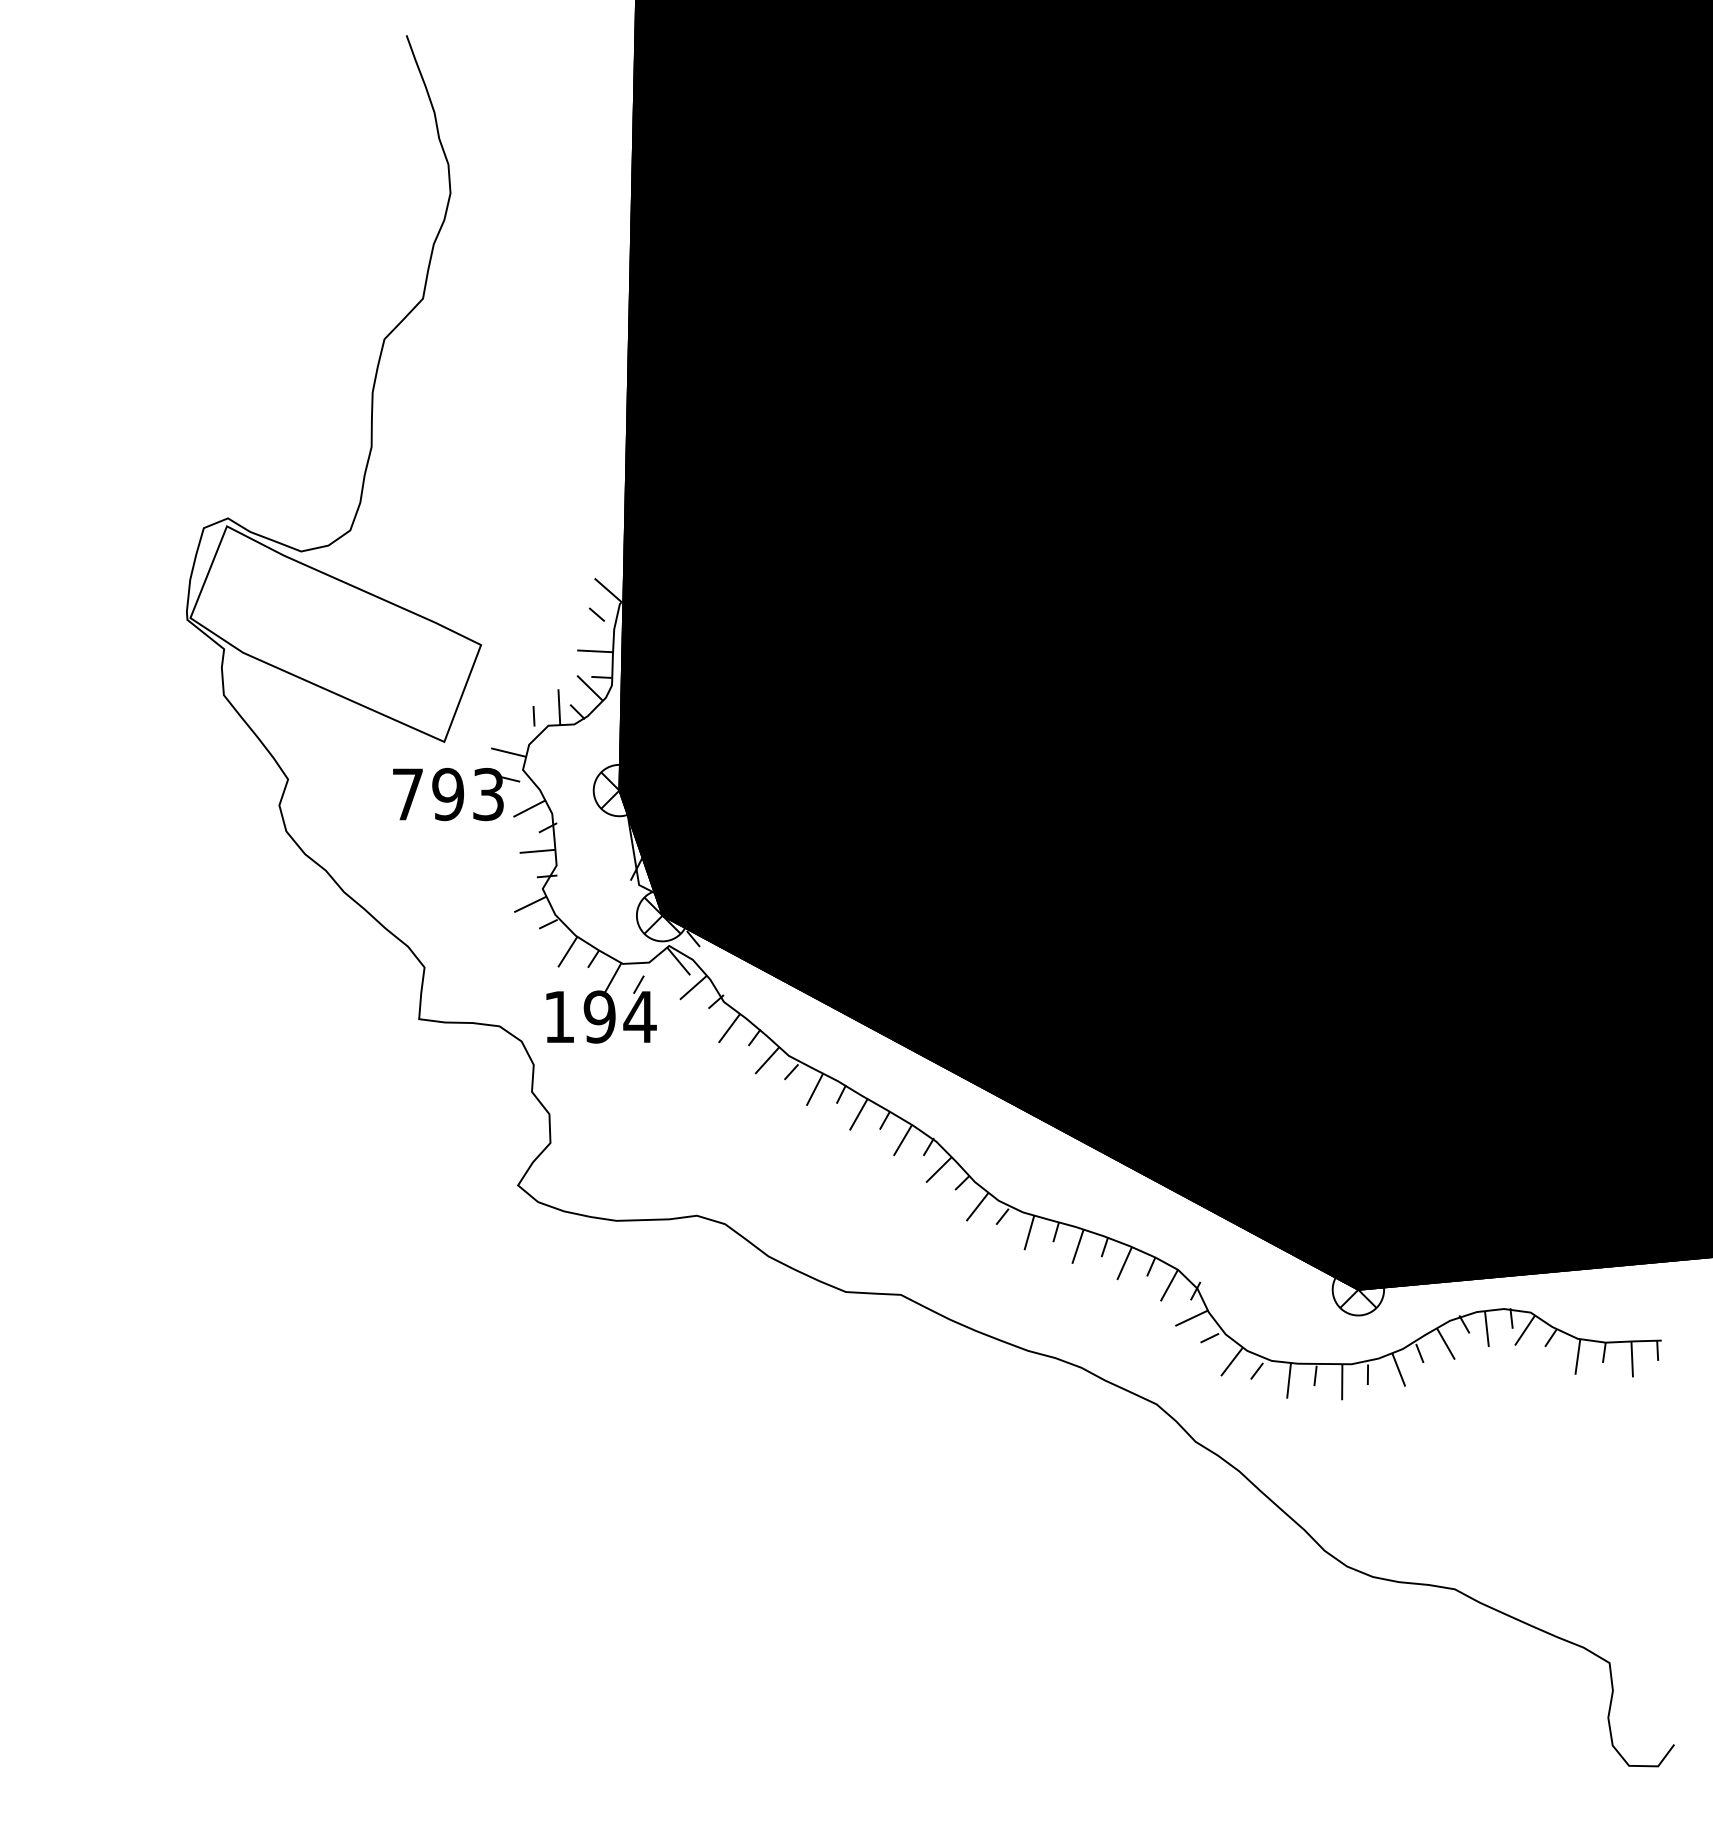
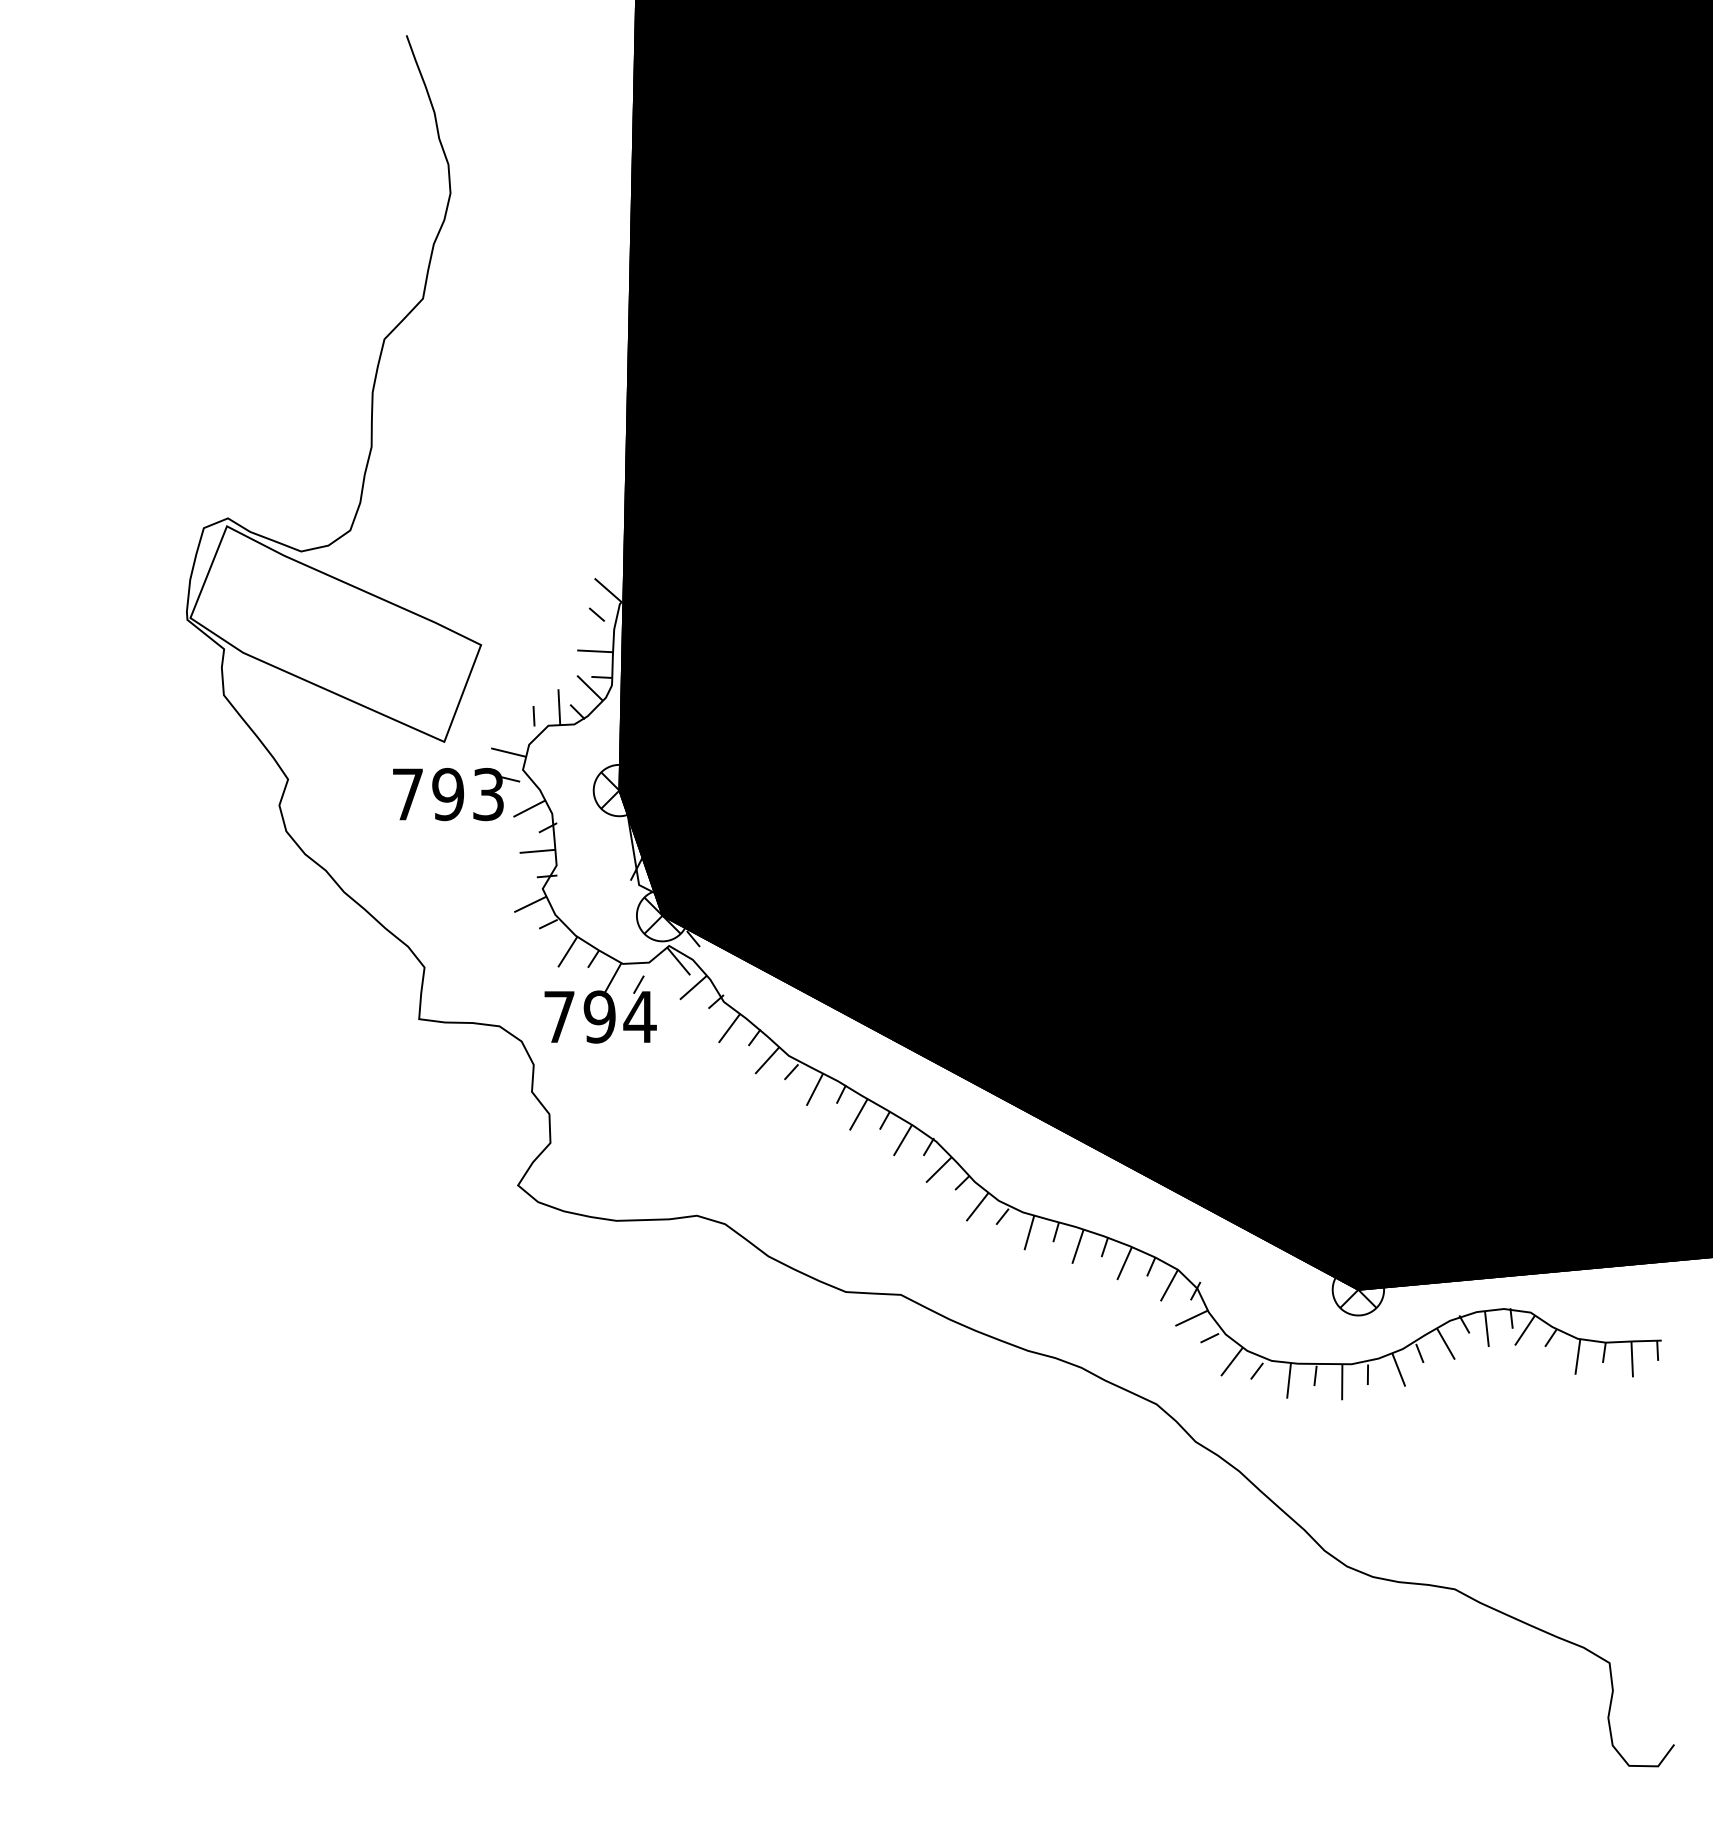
text at (559, 1016): 194 -> 794
